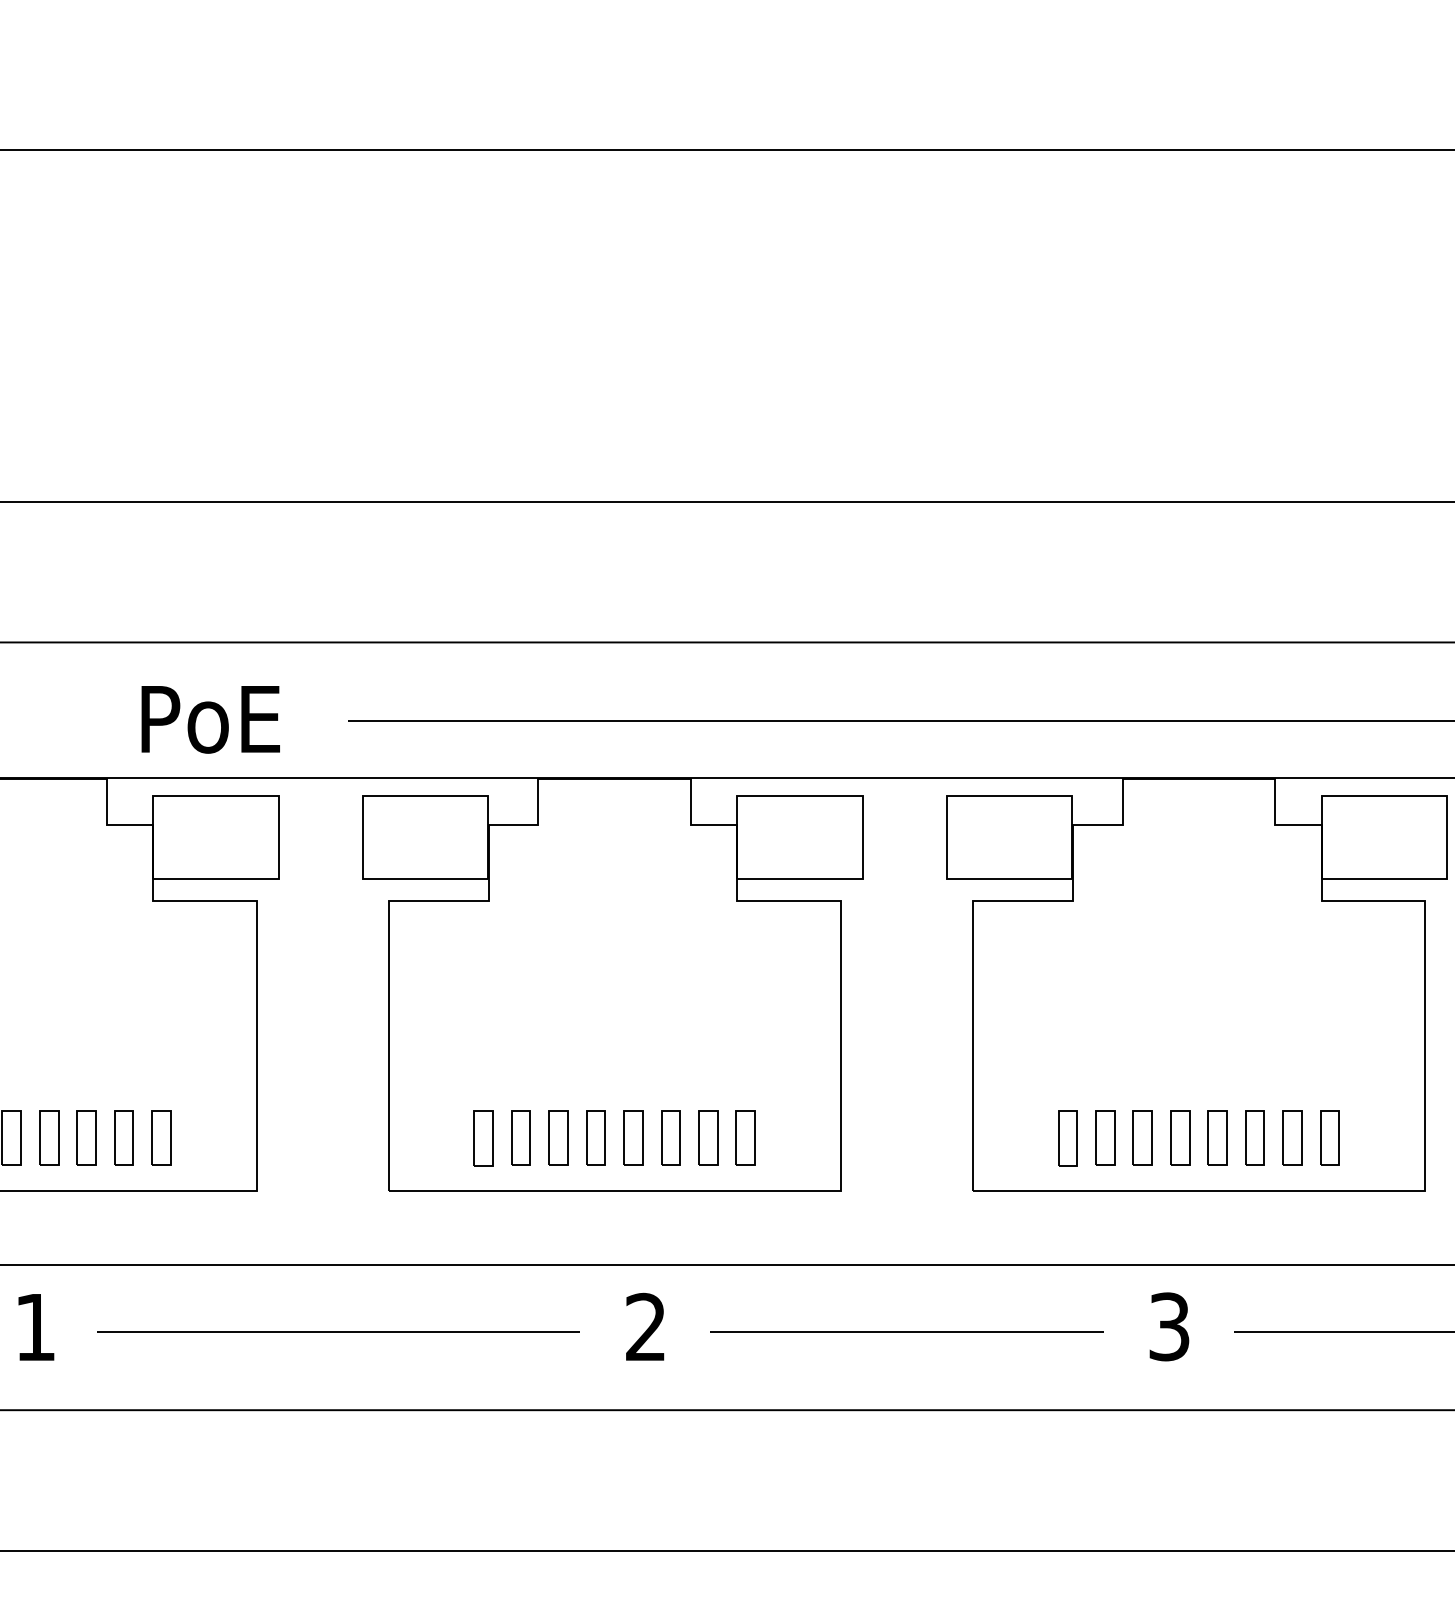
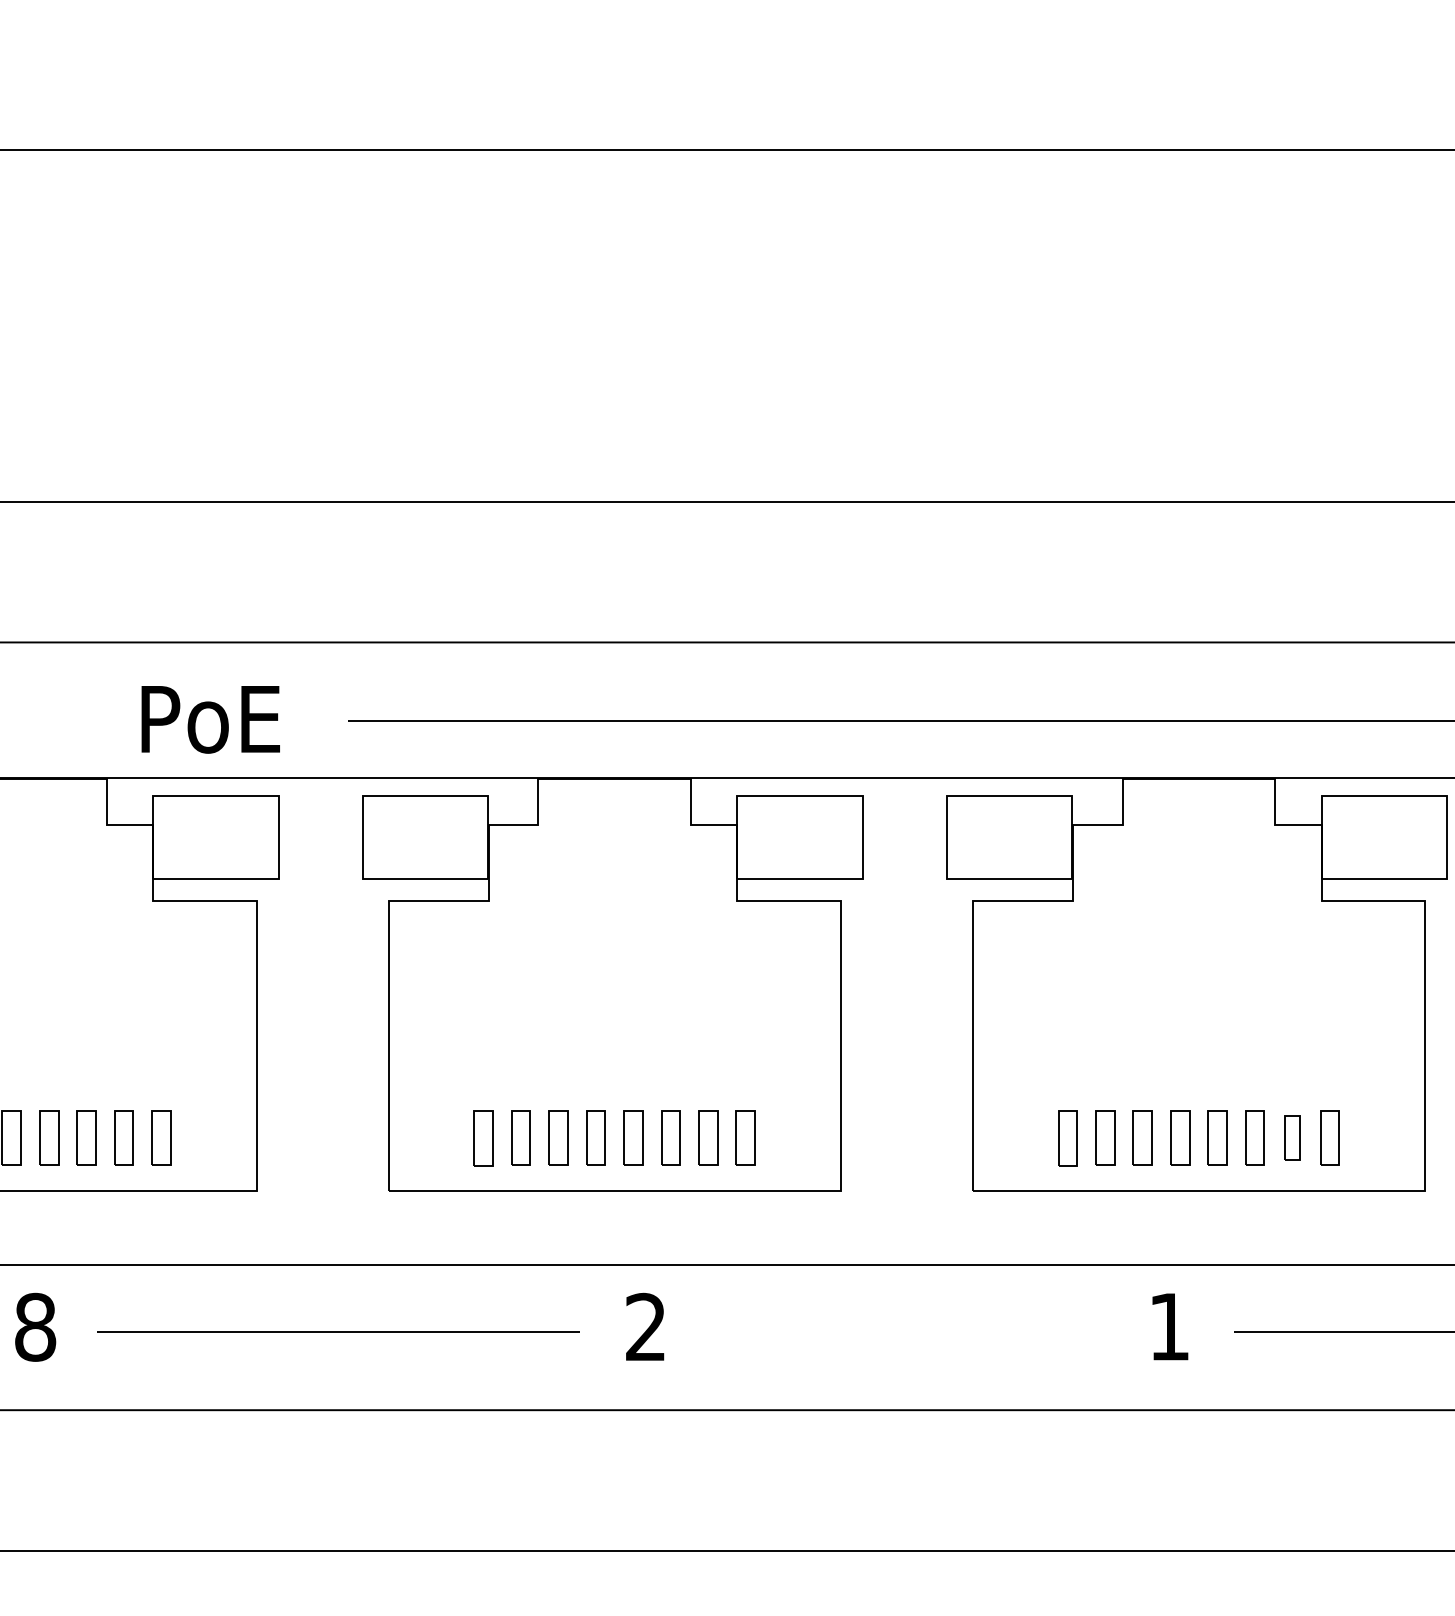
part at (1292, 1137) size: 21x56 px -> 17x46 px
text at (35, 1326): 1 -> 8
text at (1169, 1326): 3 -> 1
line at (906, 1331): present -> none
